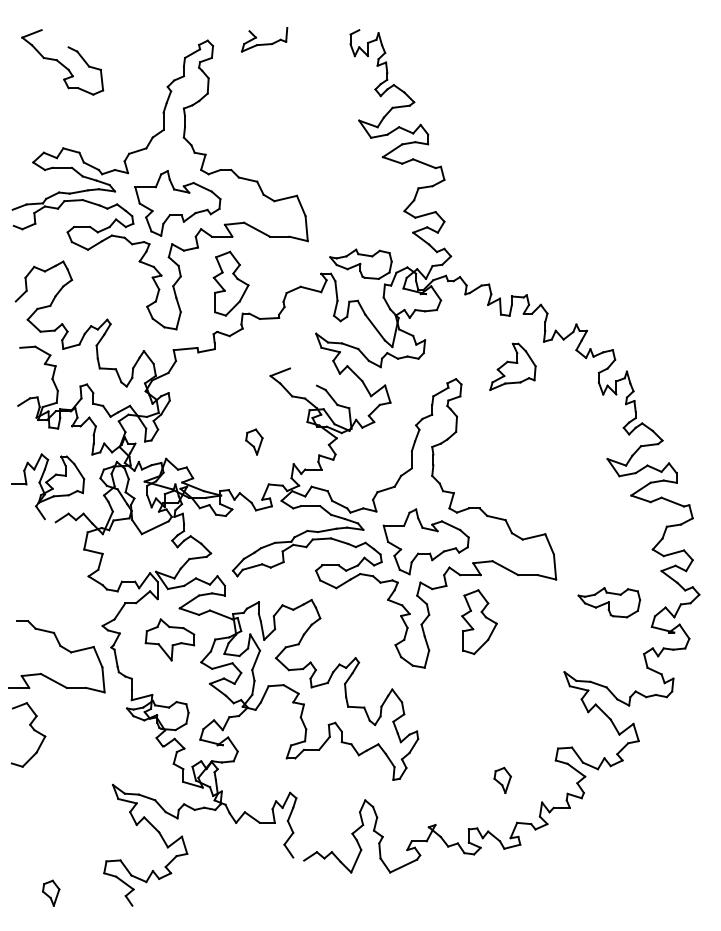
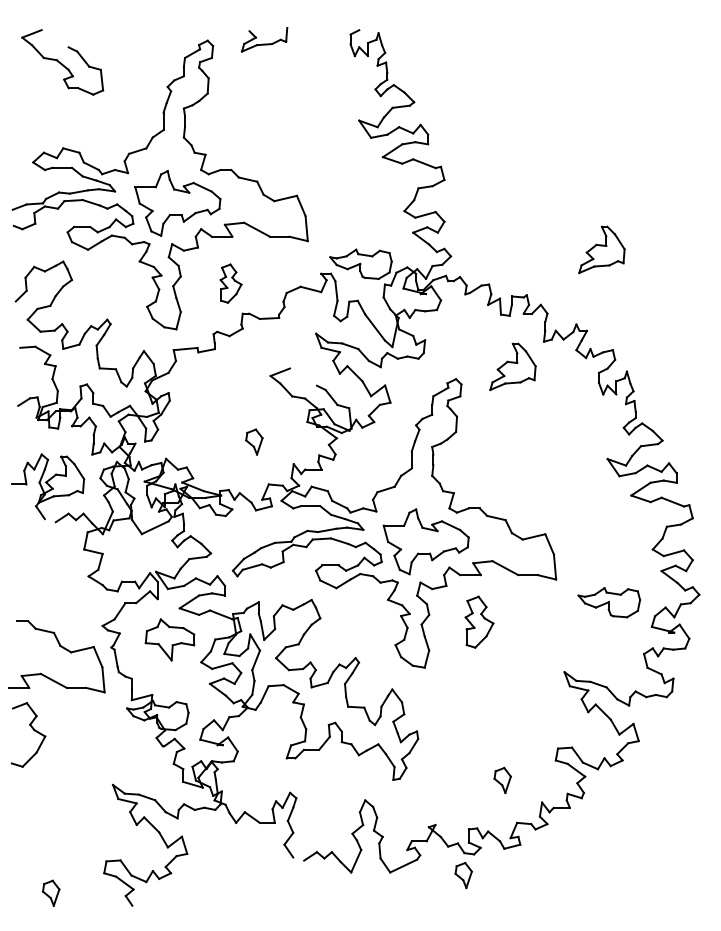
part at (601, 249): none -> present
part at (230, 283) size: 38x67 px -> 24x41 px
part at (479, 622) size: 37x67 px -> 31x54 px
part at (463, 874): none -> present
